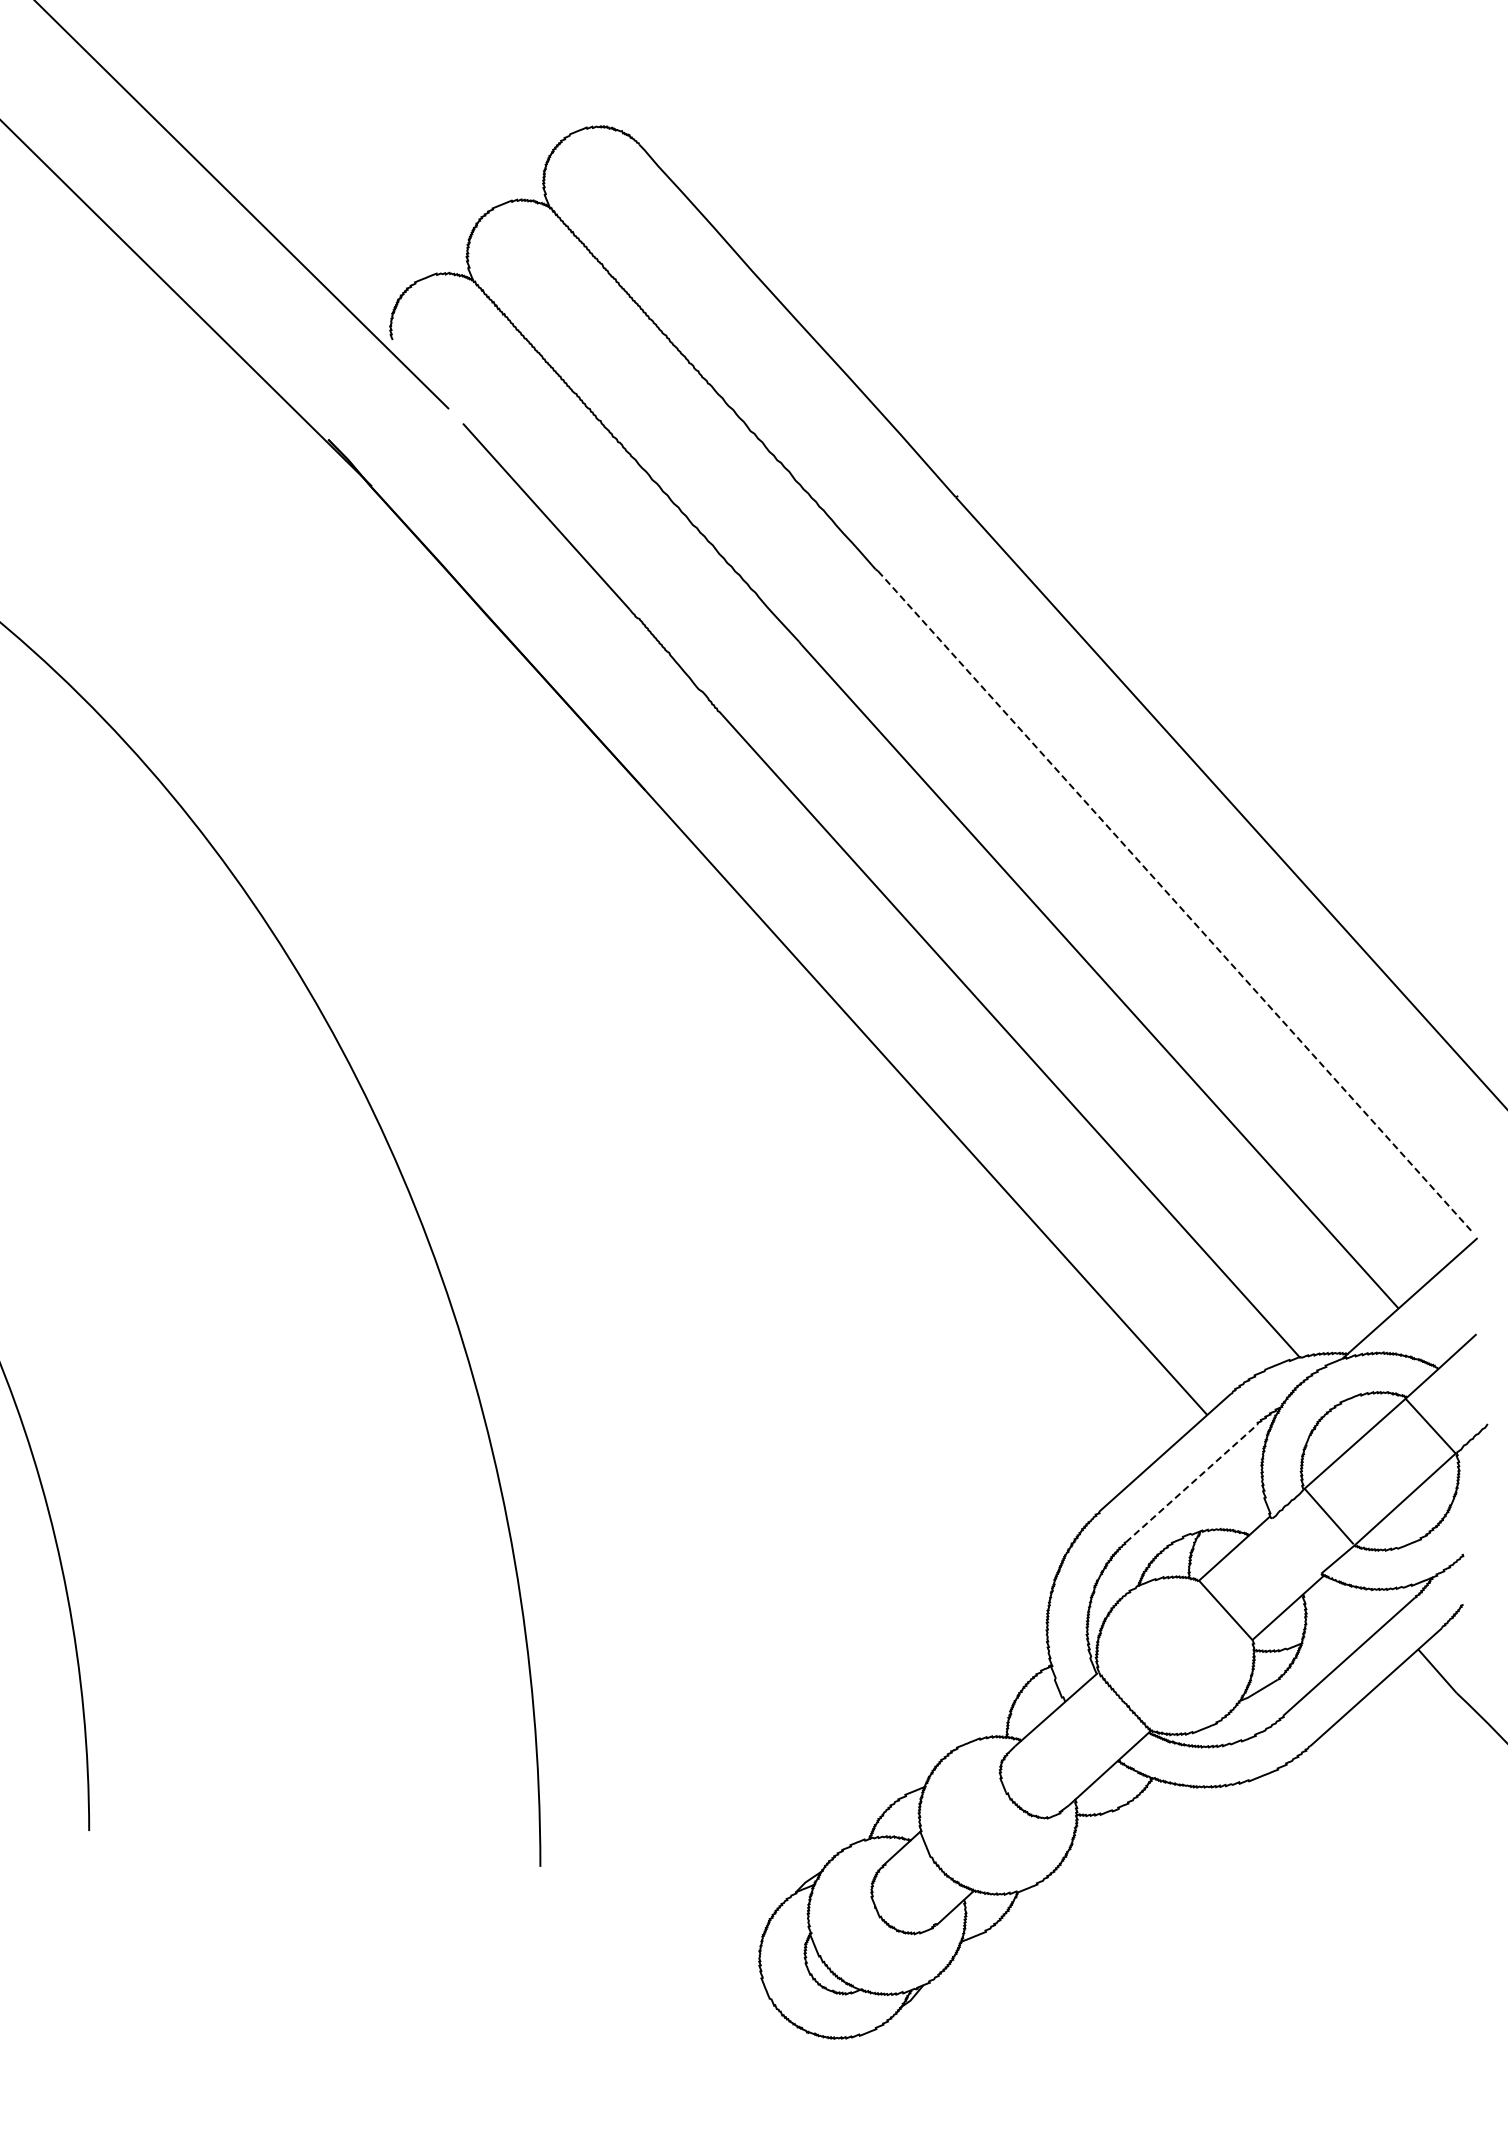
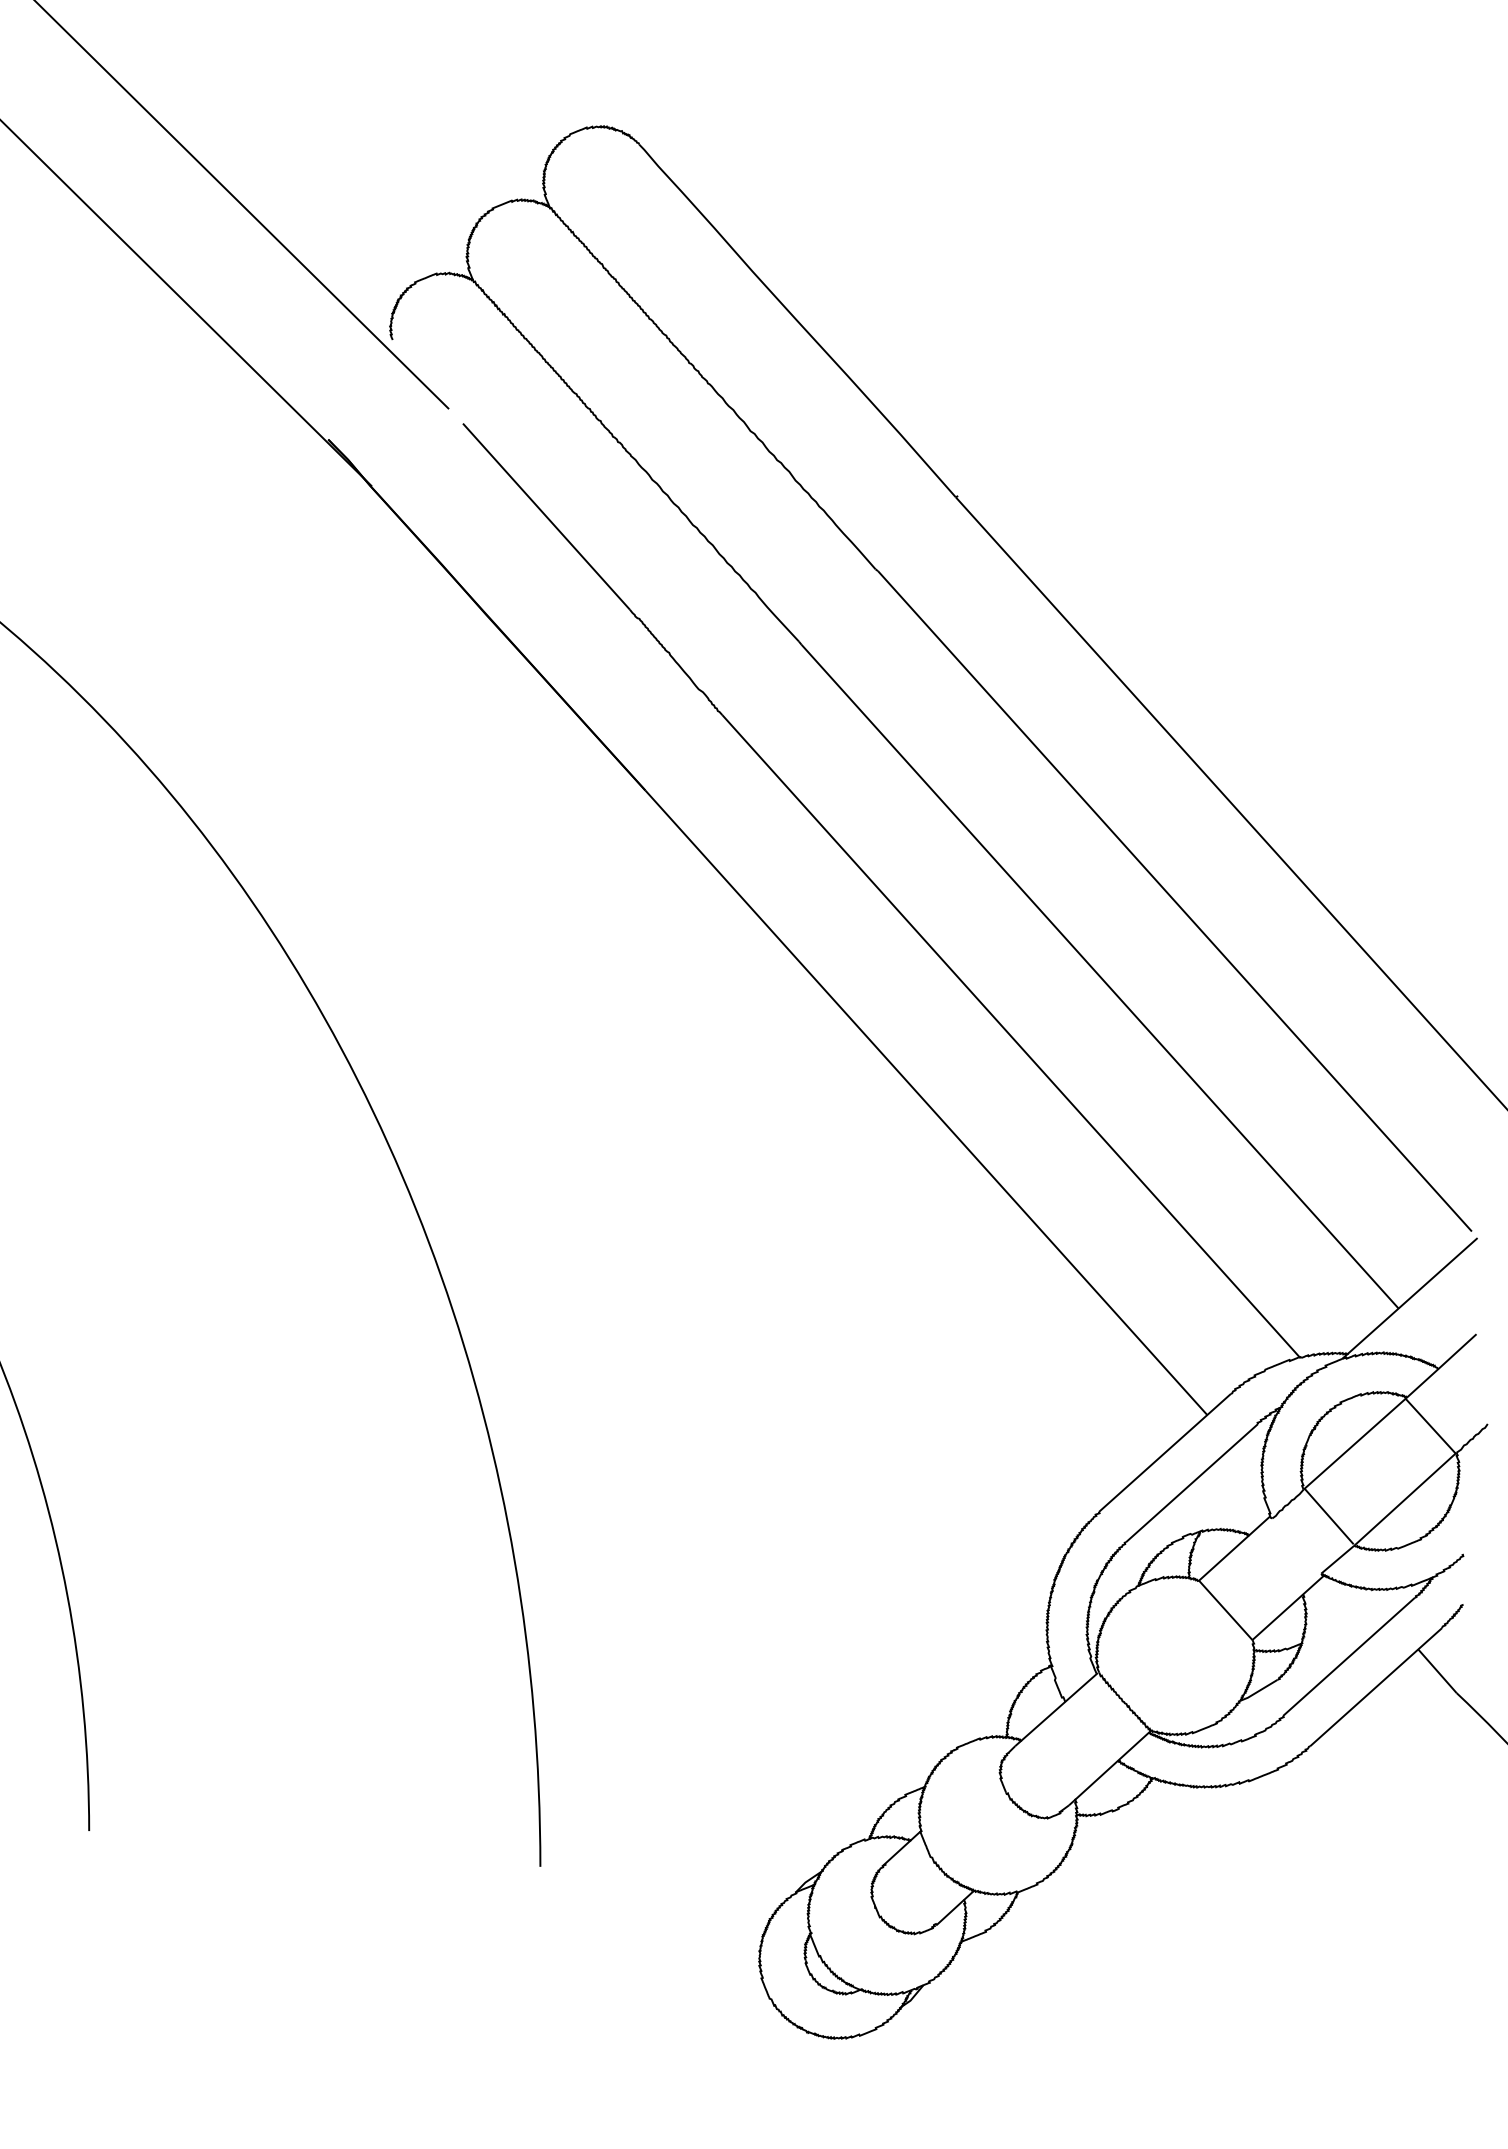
line at (1175, 901): dashed -> solid
line at (1192, 1483): dashed -> solid
